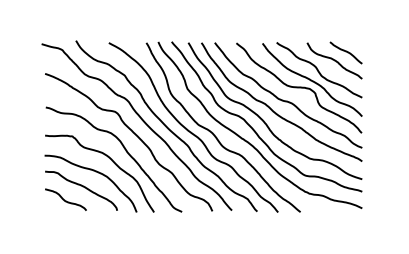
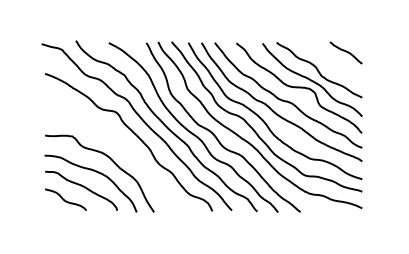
curve at (334, 60): present -> none
curve at (125, 151): present -> none
